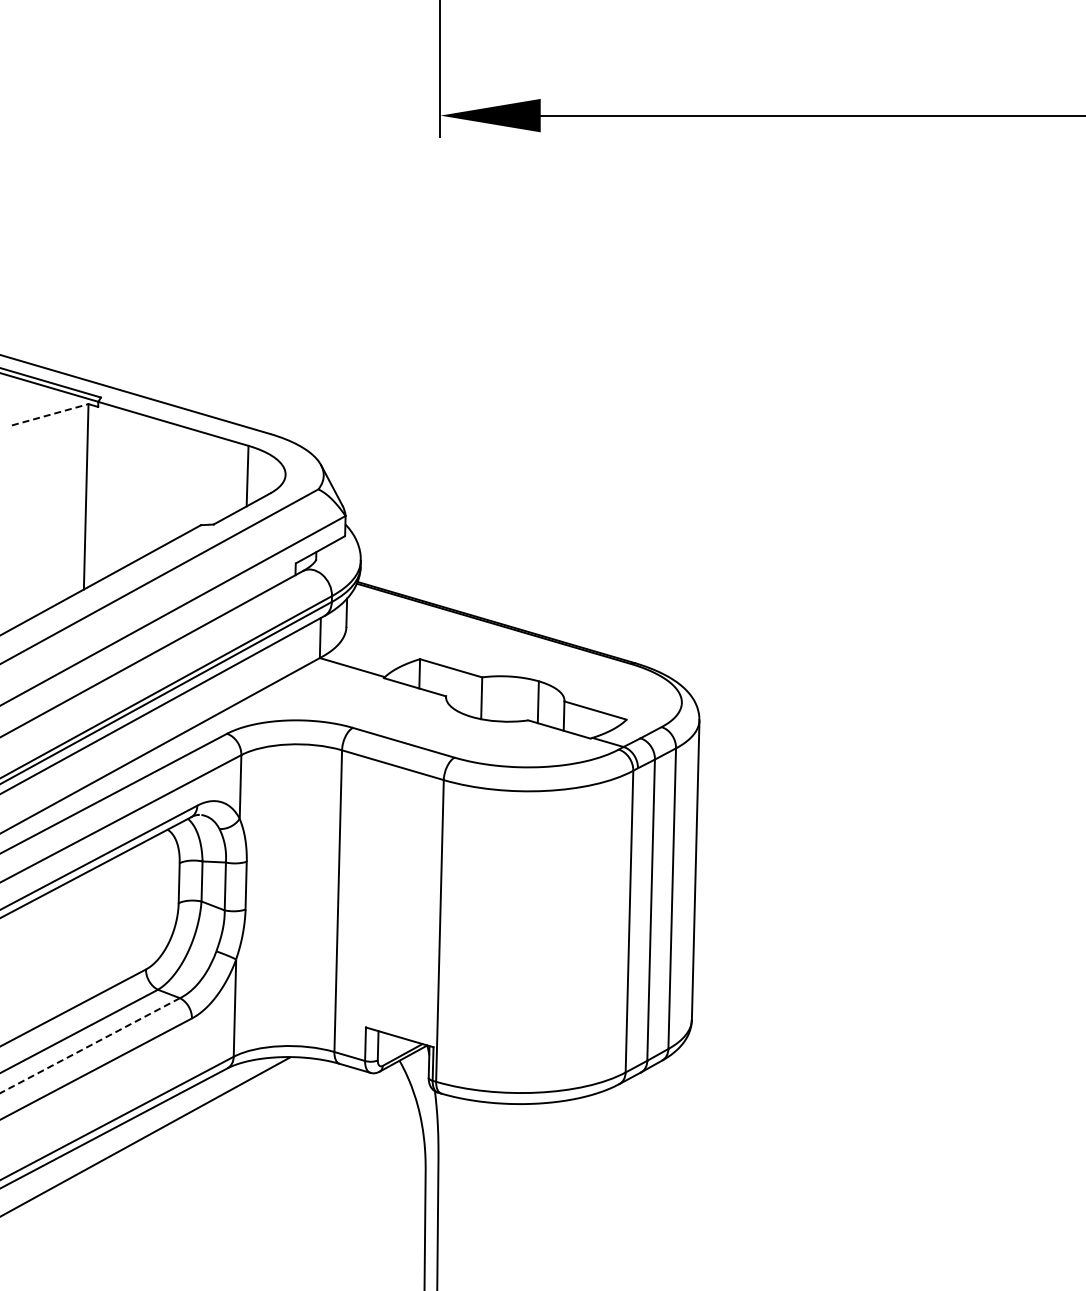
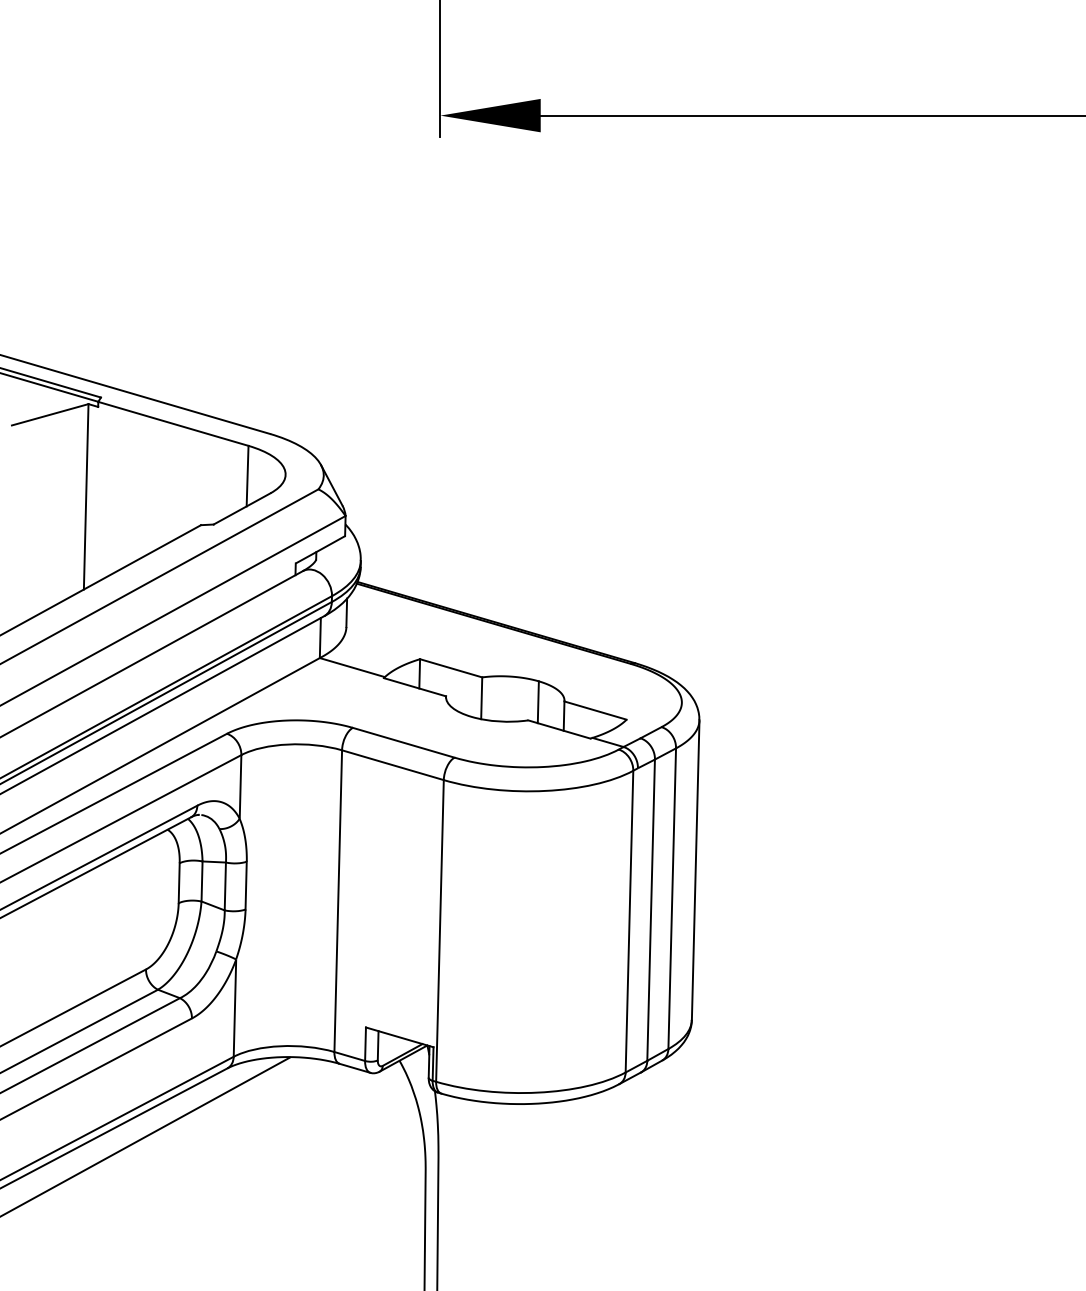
line at (50, 414): dashed -> solid
line at (90, 1045): dashed -> solid
